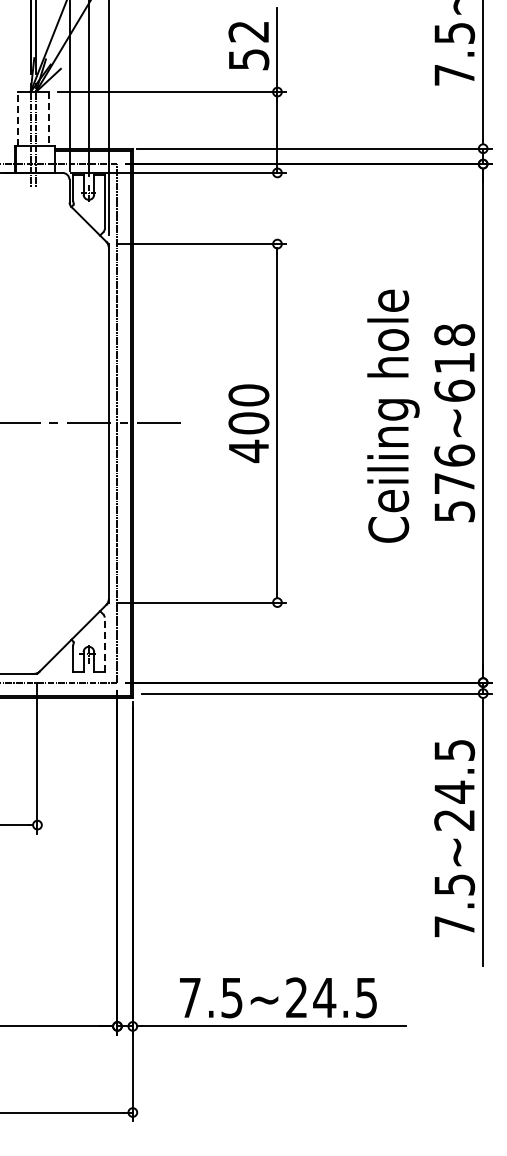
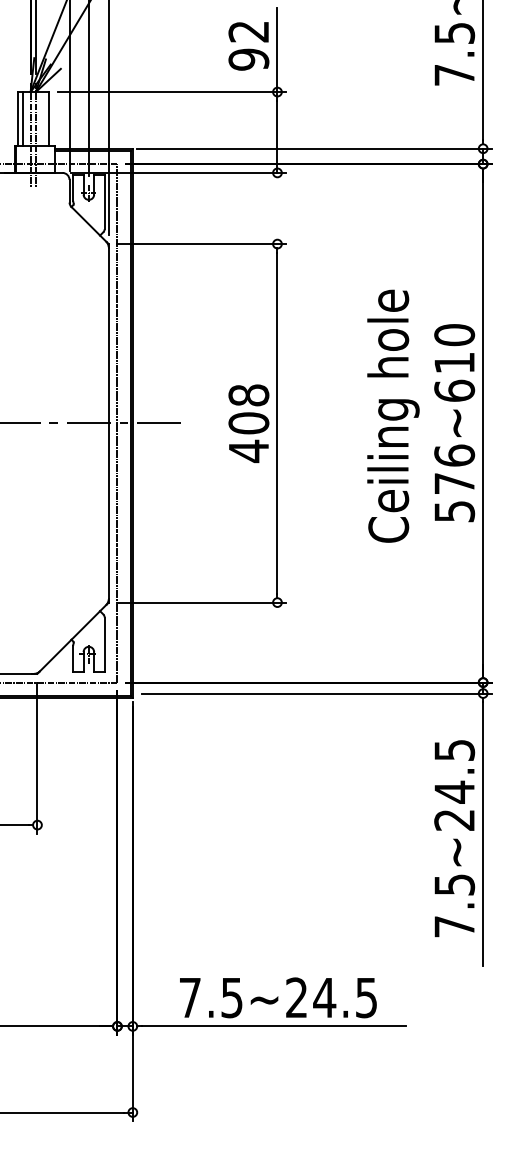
text at (248, 59): 52 -> 92
line at (17, 119): dashed -> solid
line at (22, 119): none -> present
line at (48, 119): dashed -> solid
text at (454, 335): 576~618 -> 576~610
text at (248, 395): 400 -> 408
line at (104, 644): dashed -> solid
